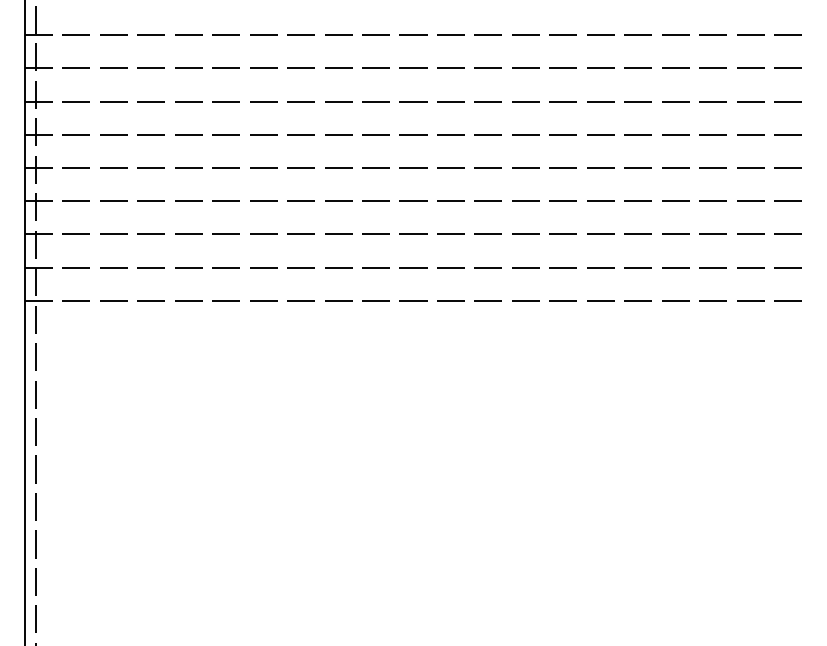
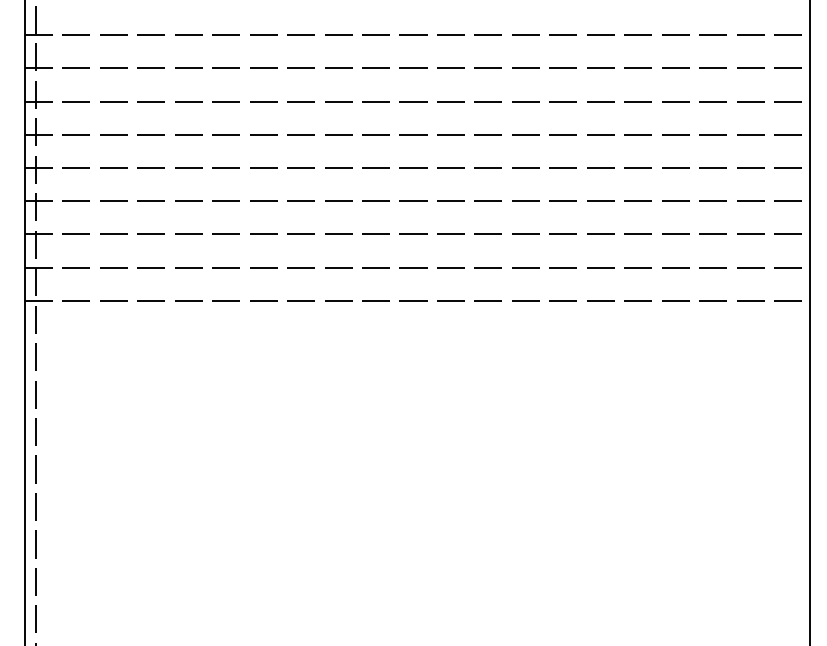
line at (810, 322): none -> present
